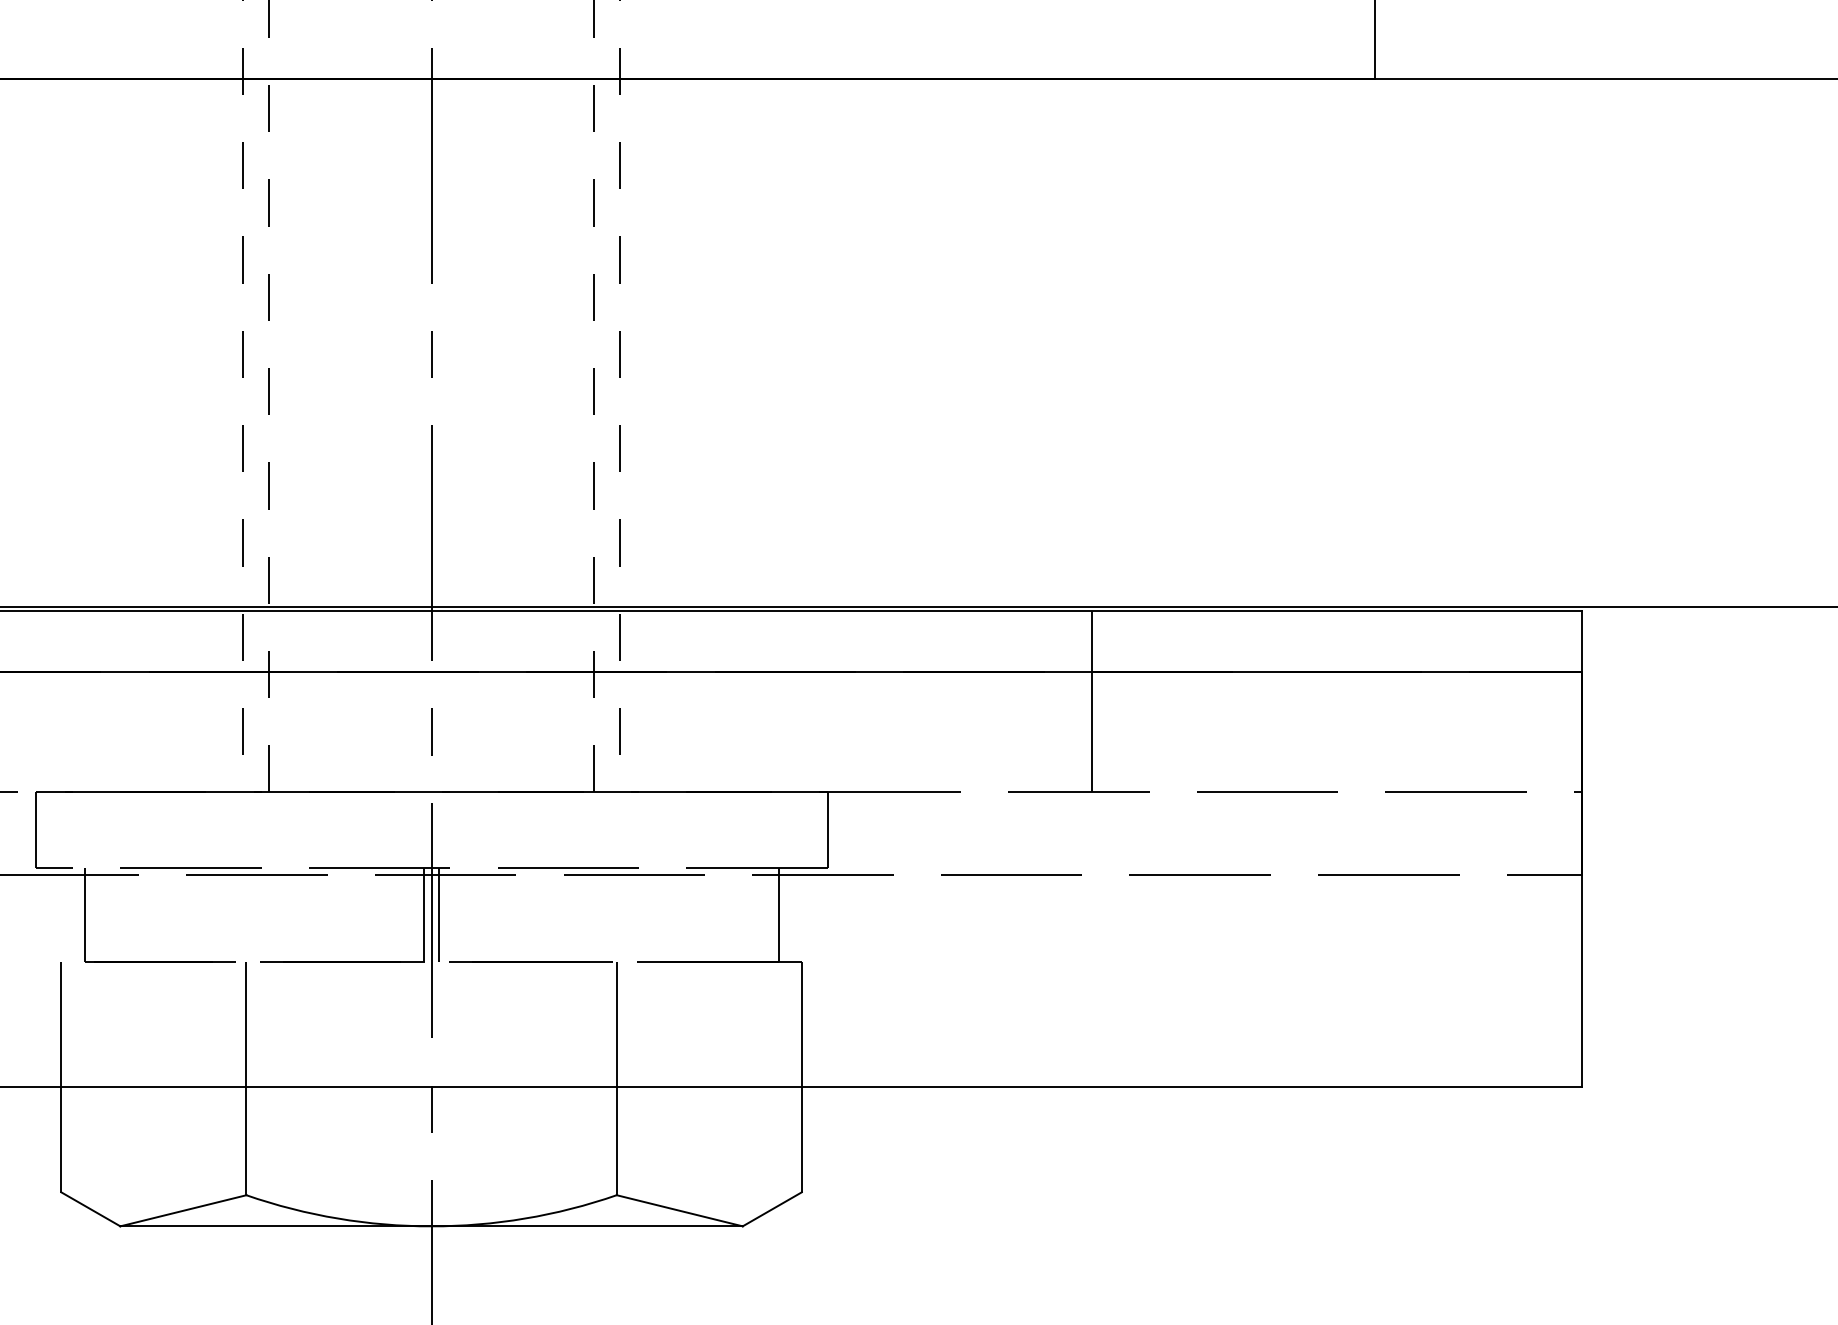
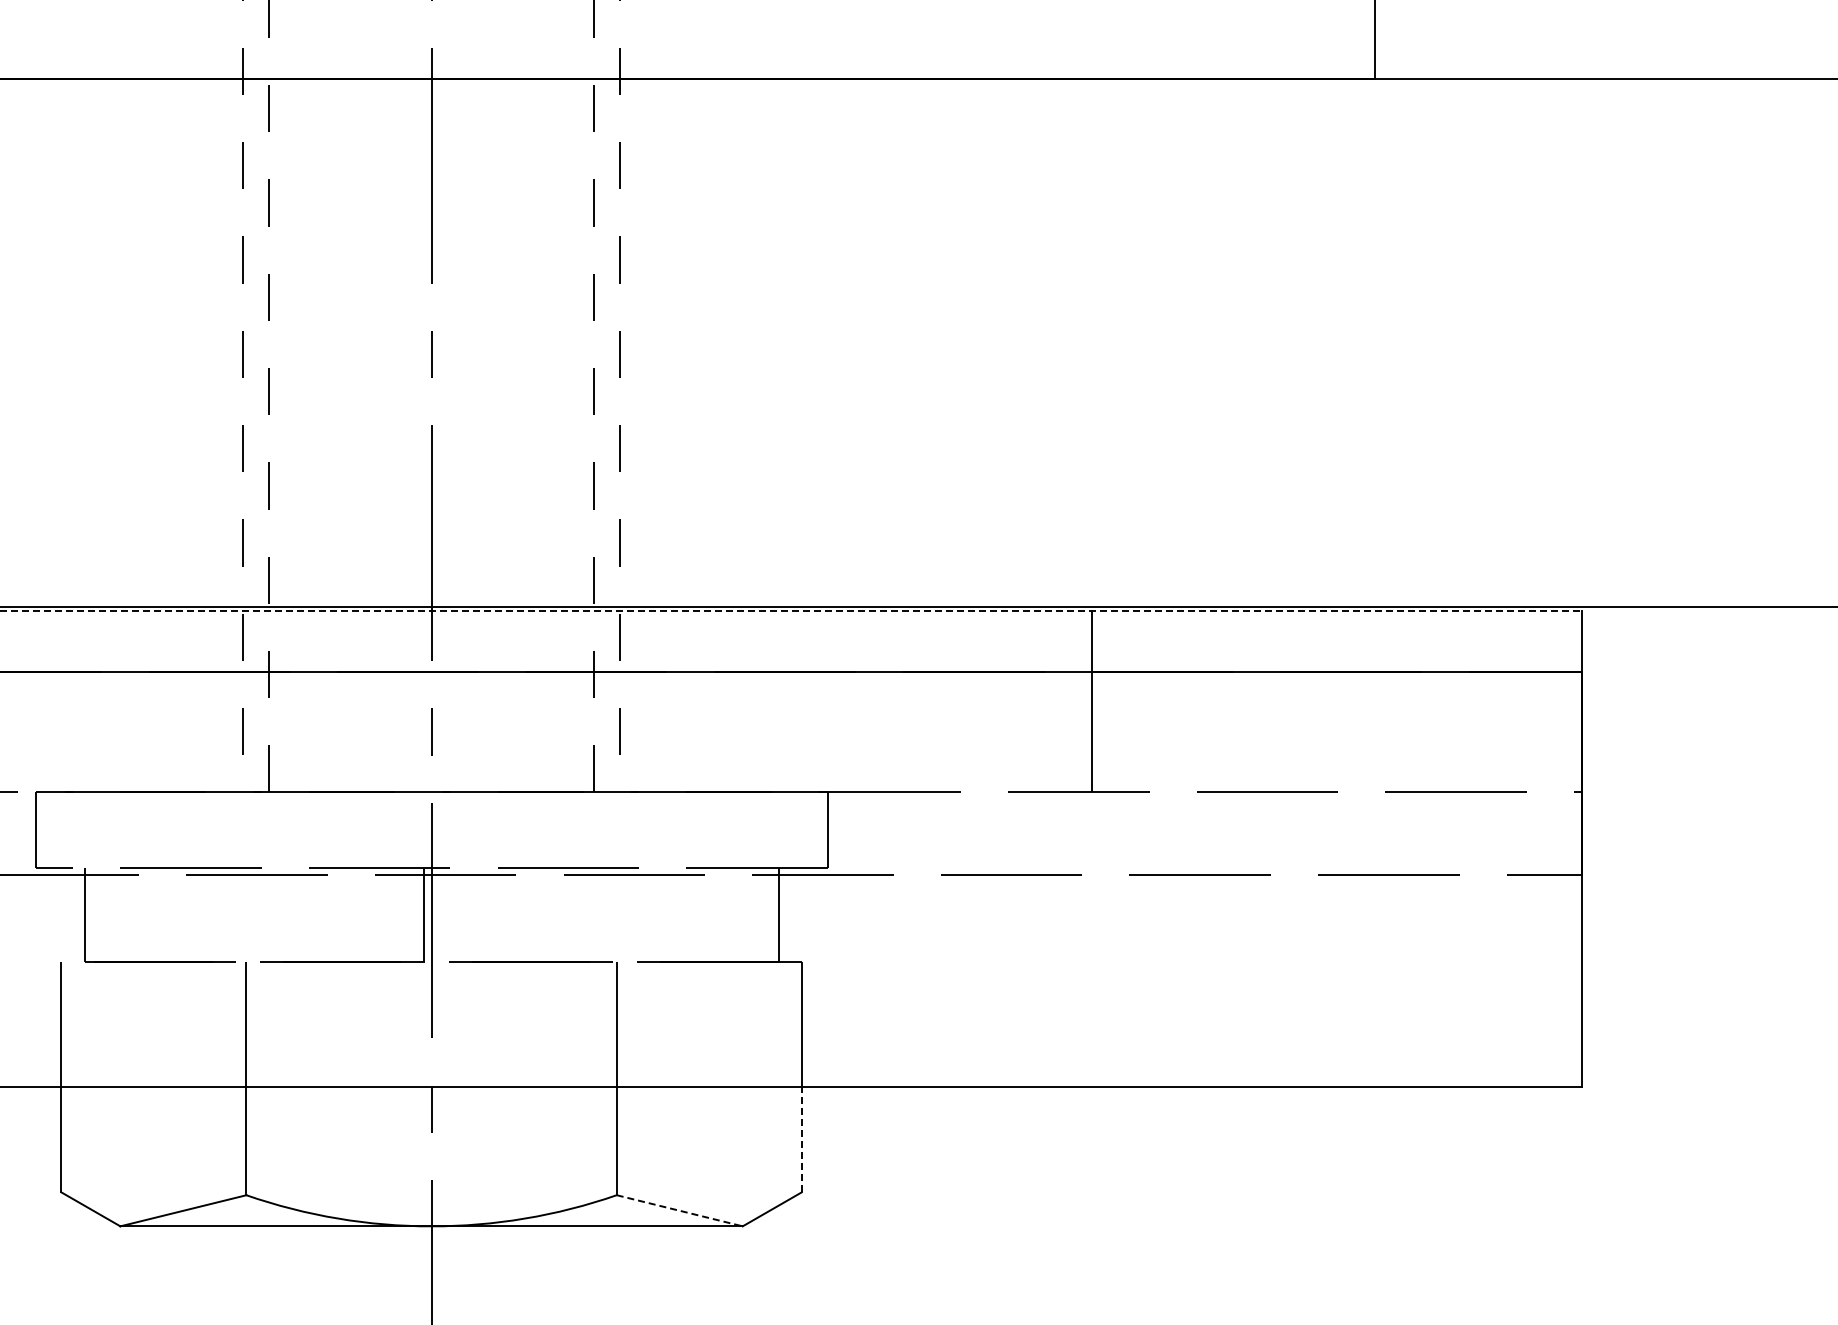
line at (791, 611): solid -> dashed
line at (439, 914): present -> none
line at (801, 1139): solid -> dashed
line at (679, 1210): solid -> dashed
